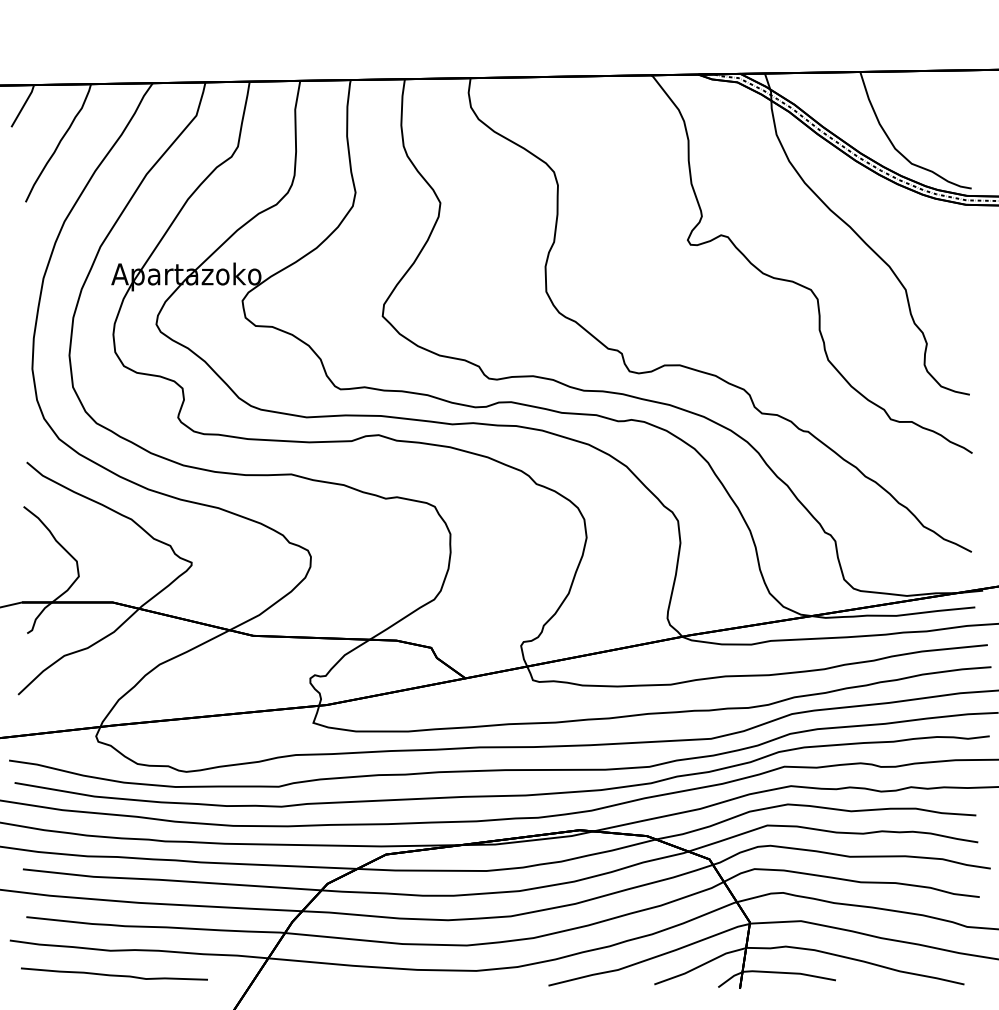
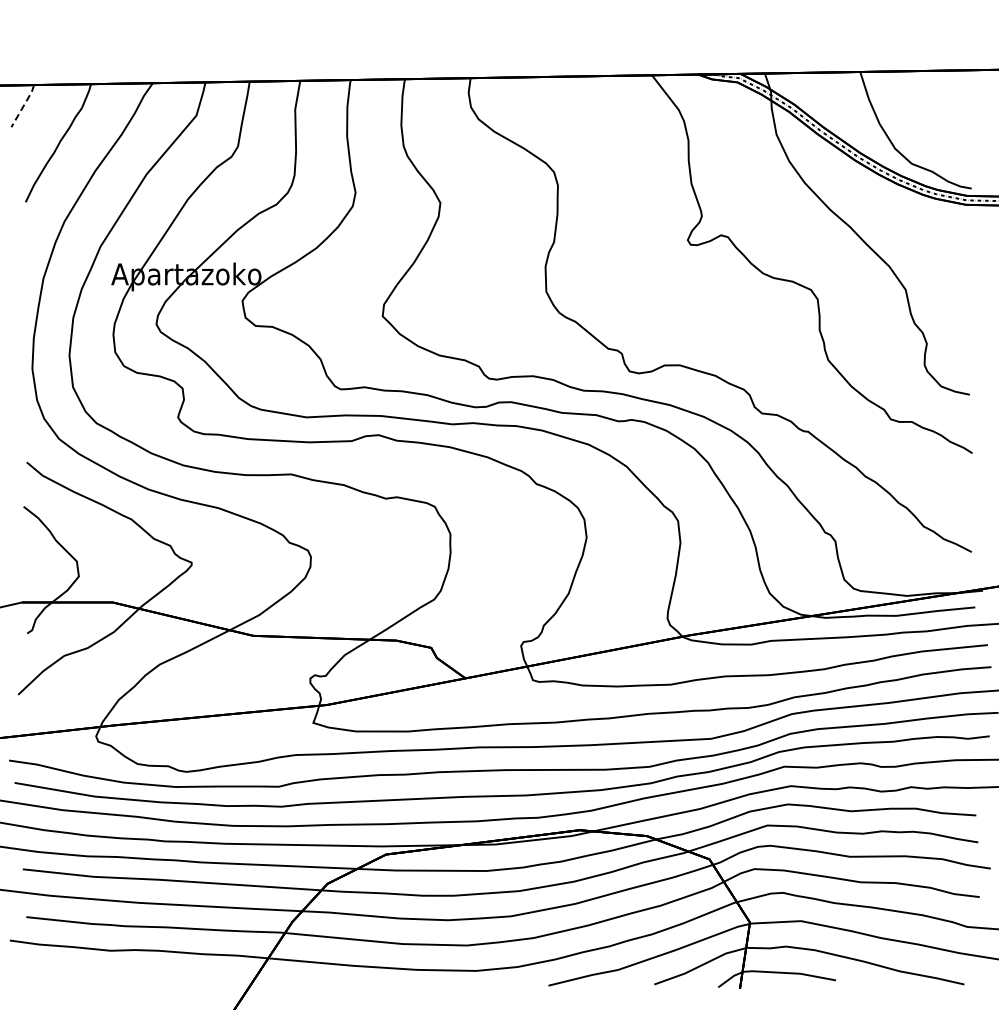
line at (23, 105): solid -> dashed
curve at (114, 974): present -> none
